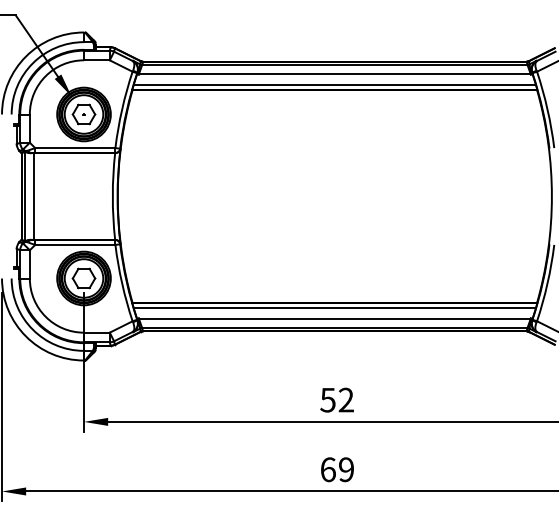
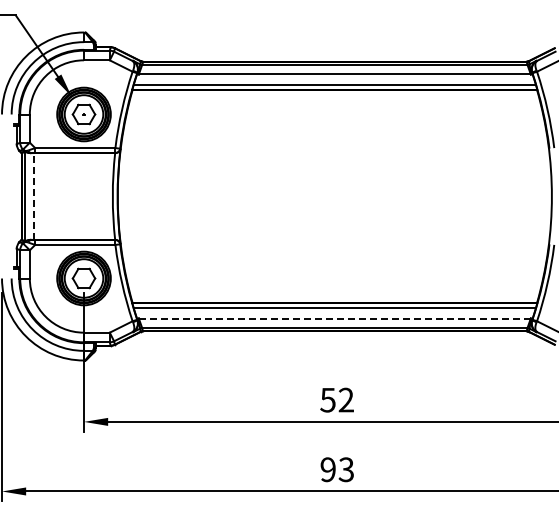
line at (34, 196): solid -> dashed
line at (334, 318): solid -> dashed
text at (336, 469): 69 -> 93
